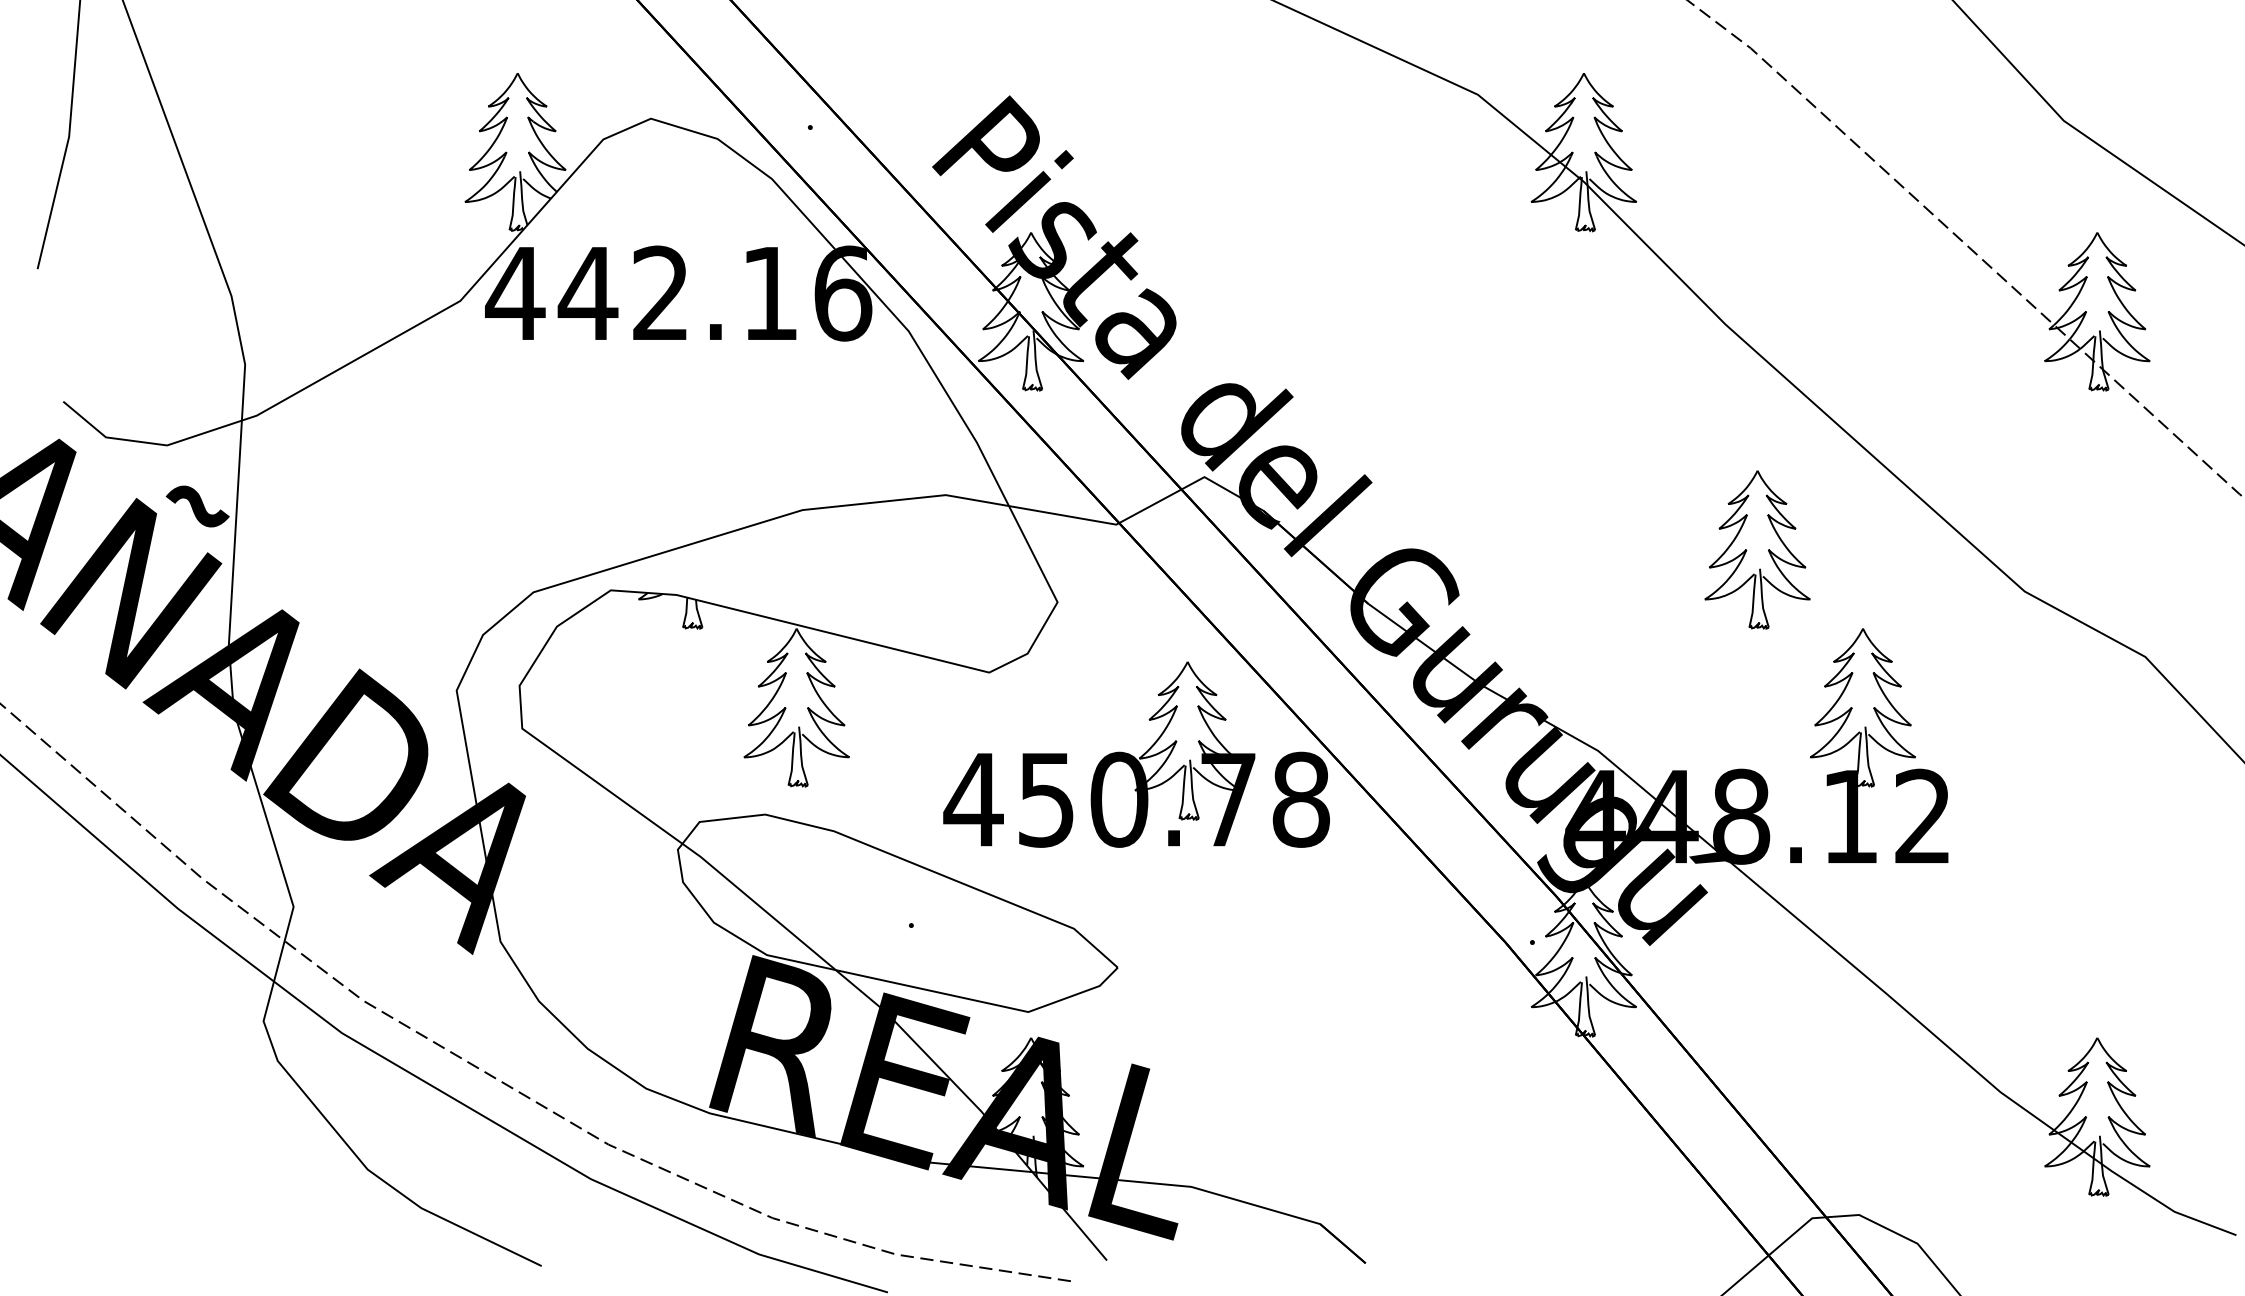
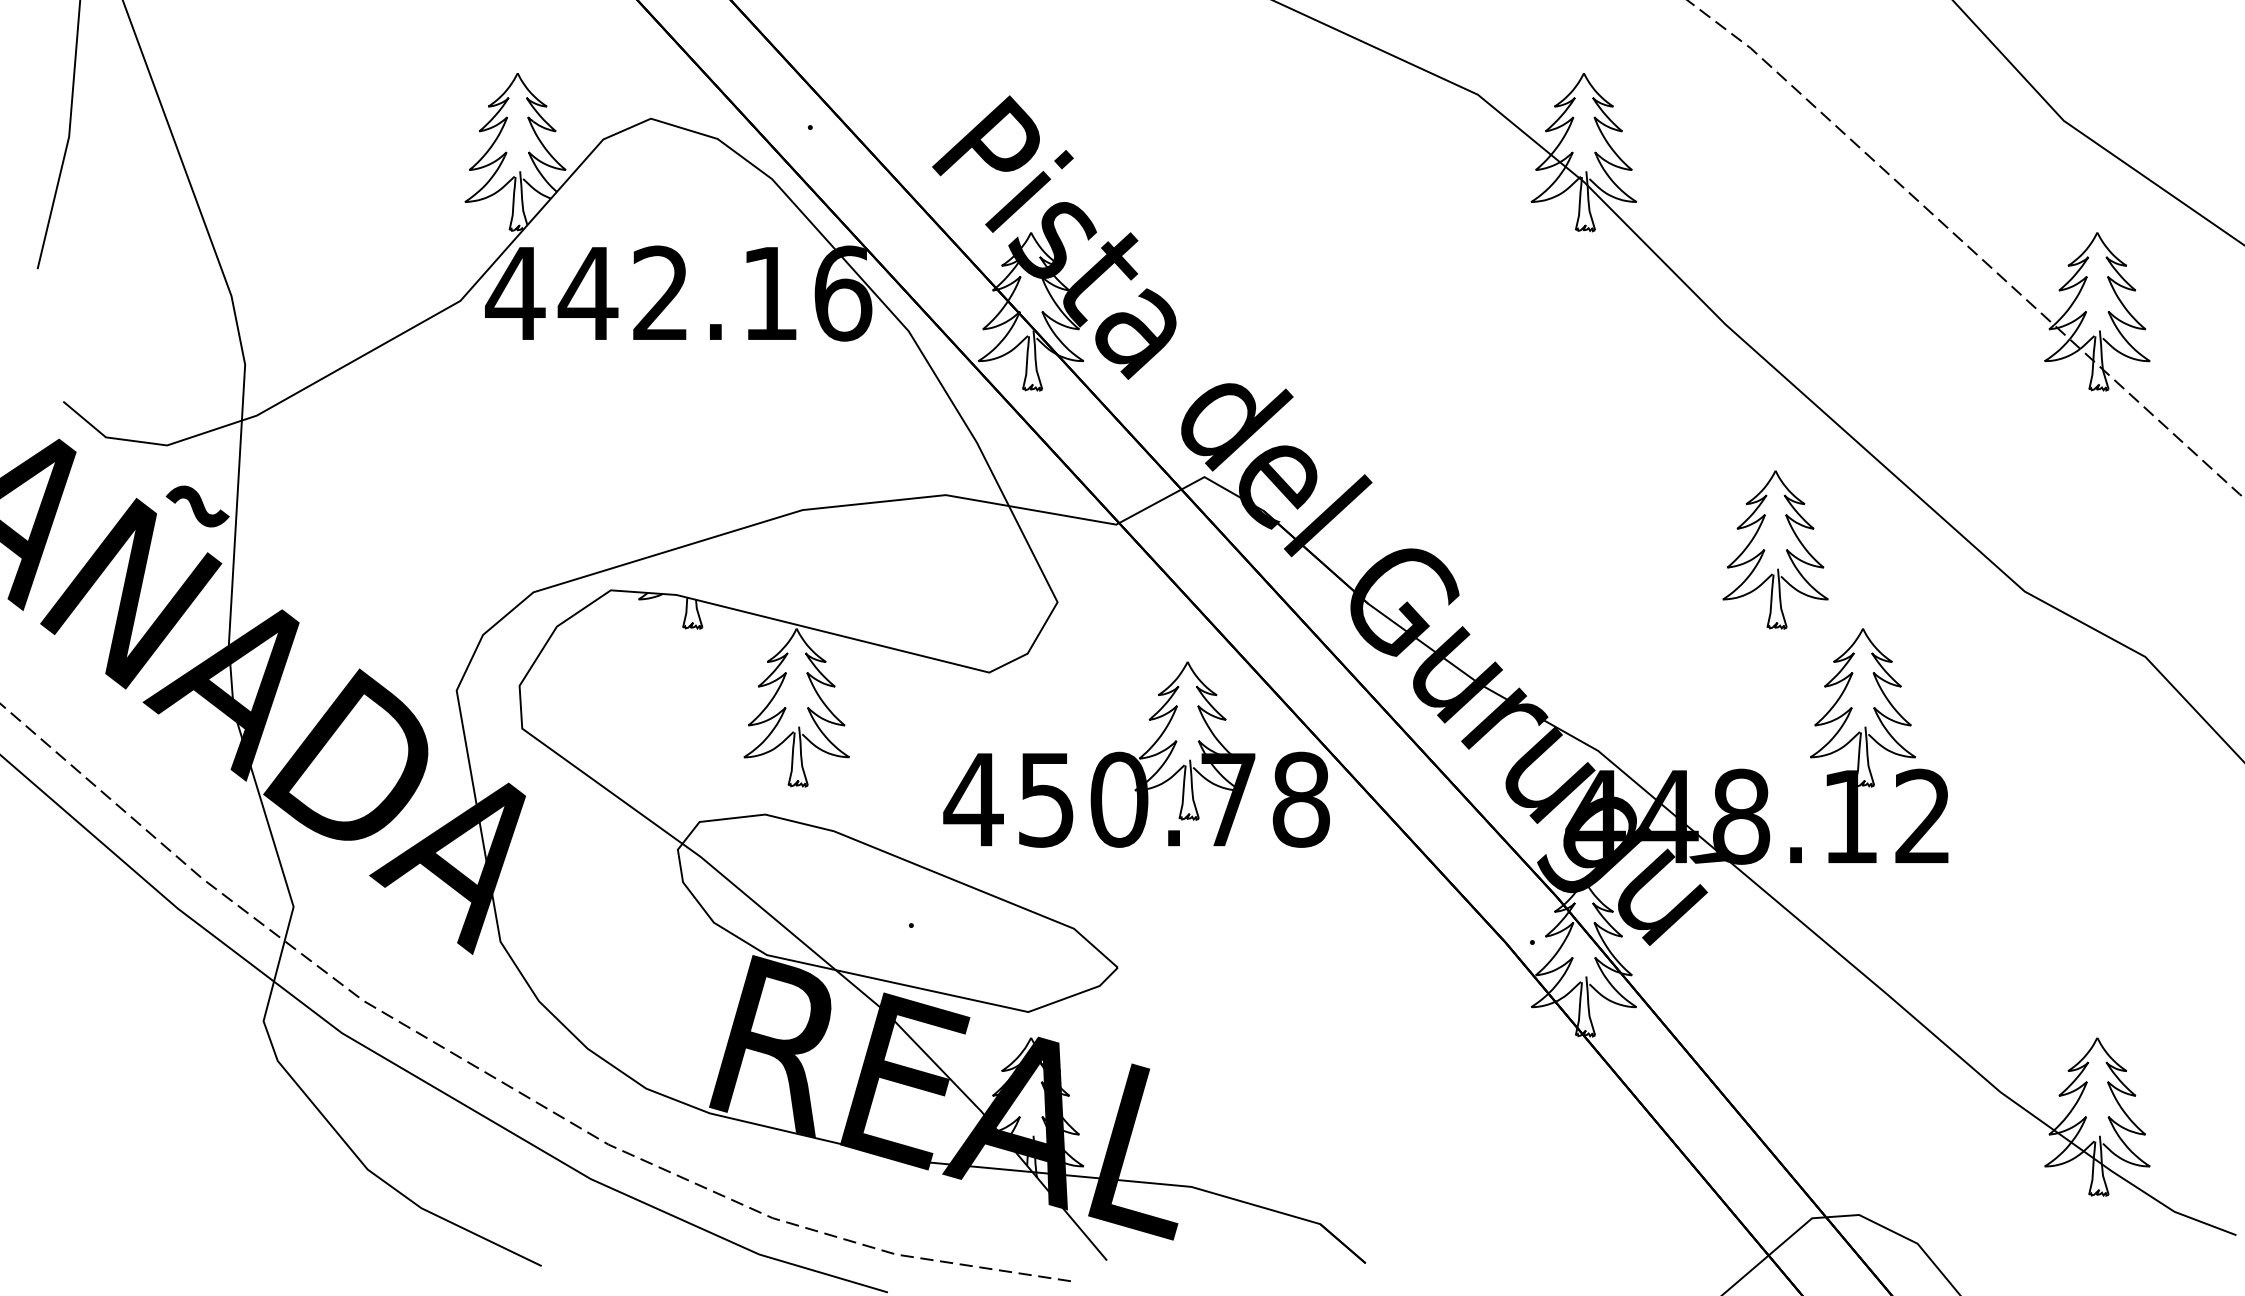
part at (1757, 549) position: (1757, 549) -> (1775, 549)
